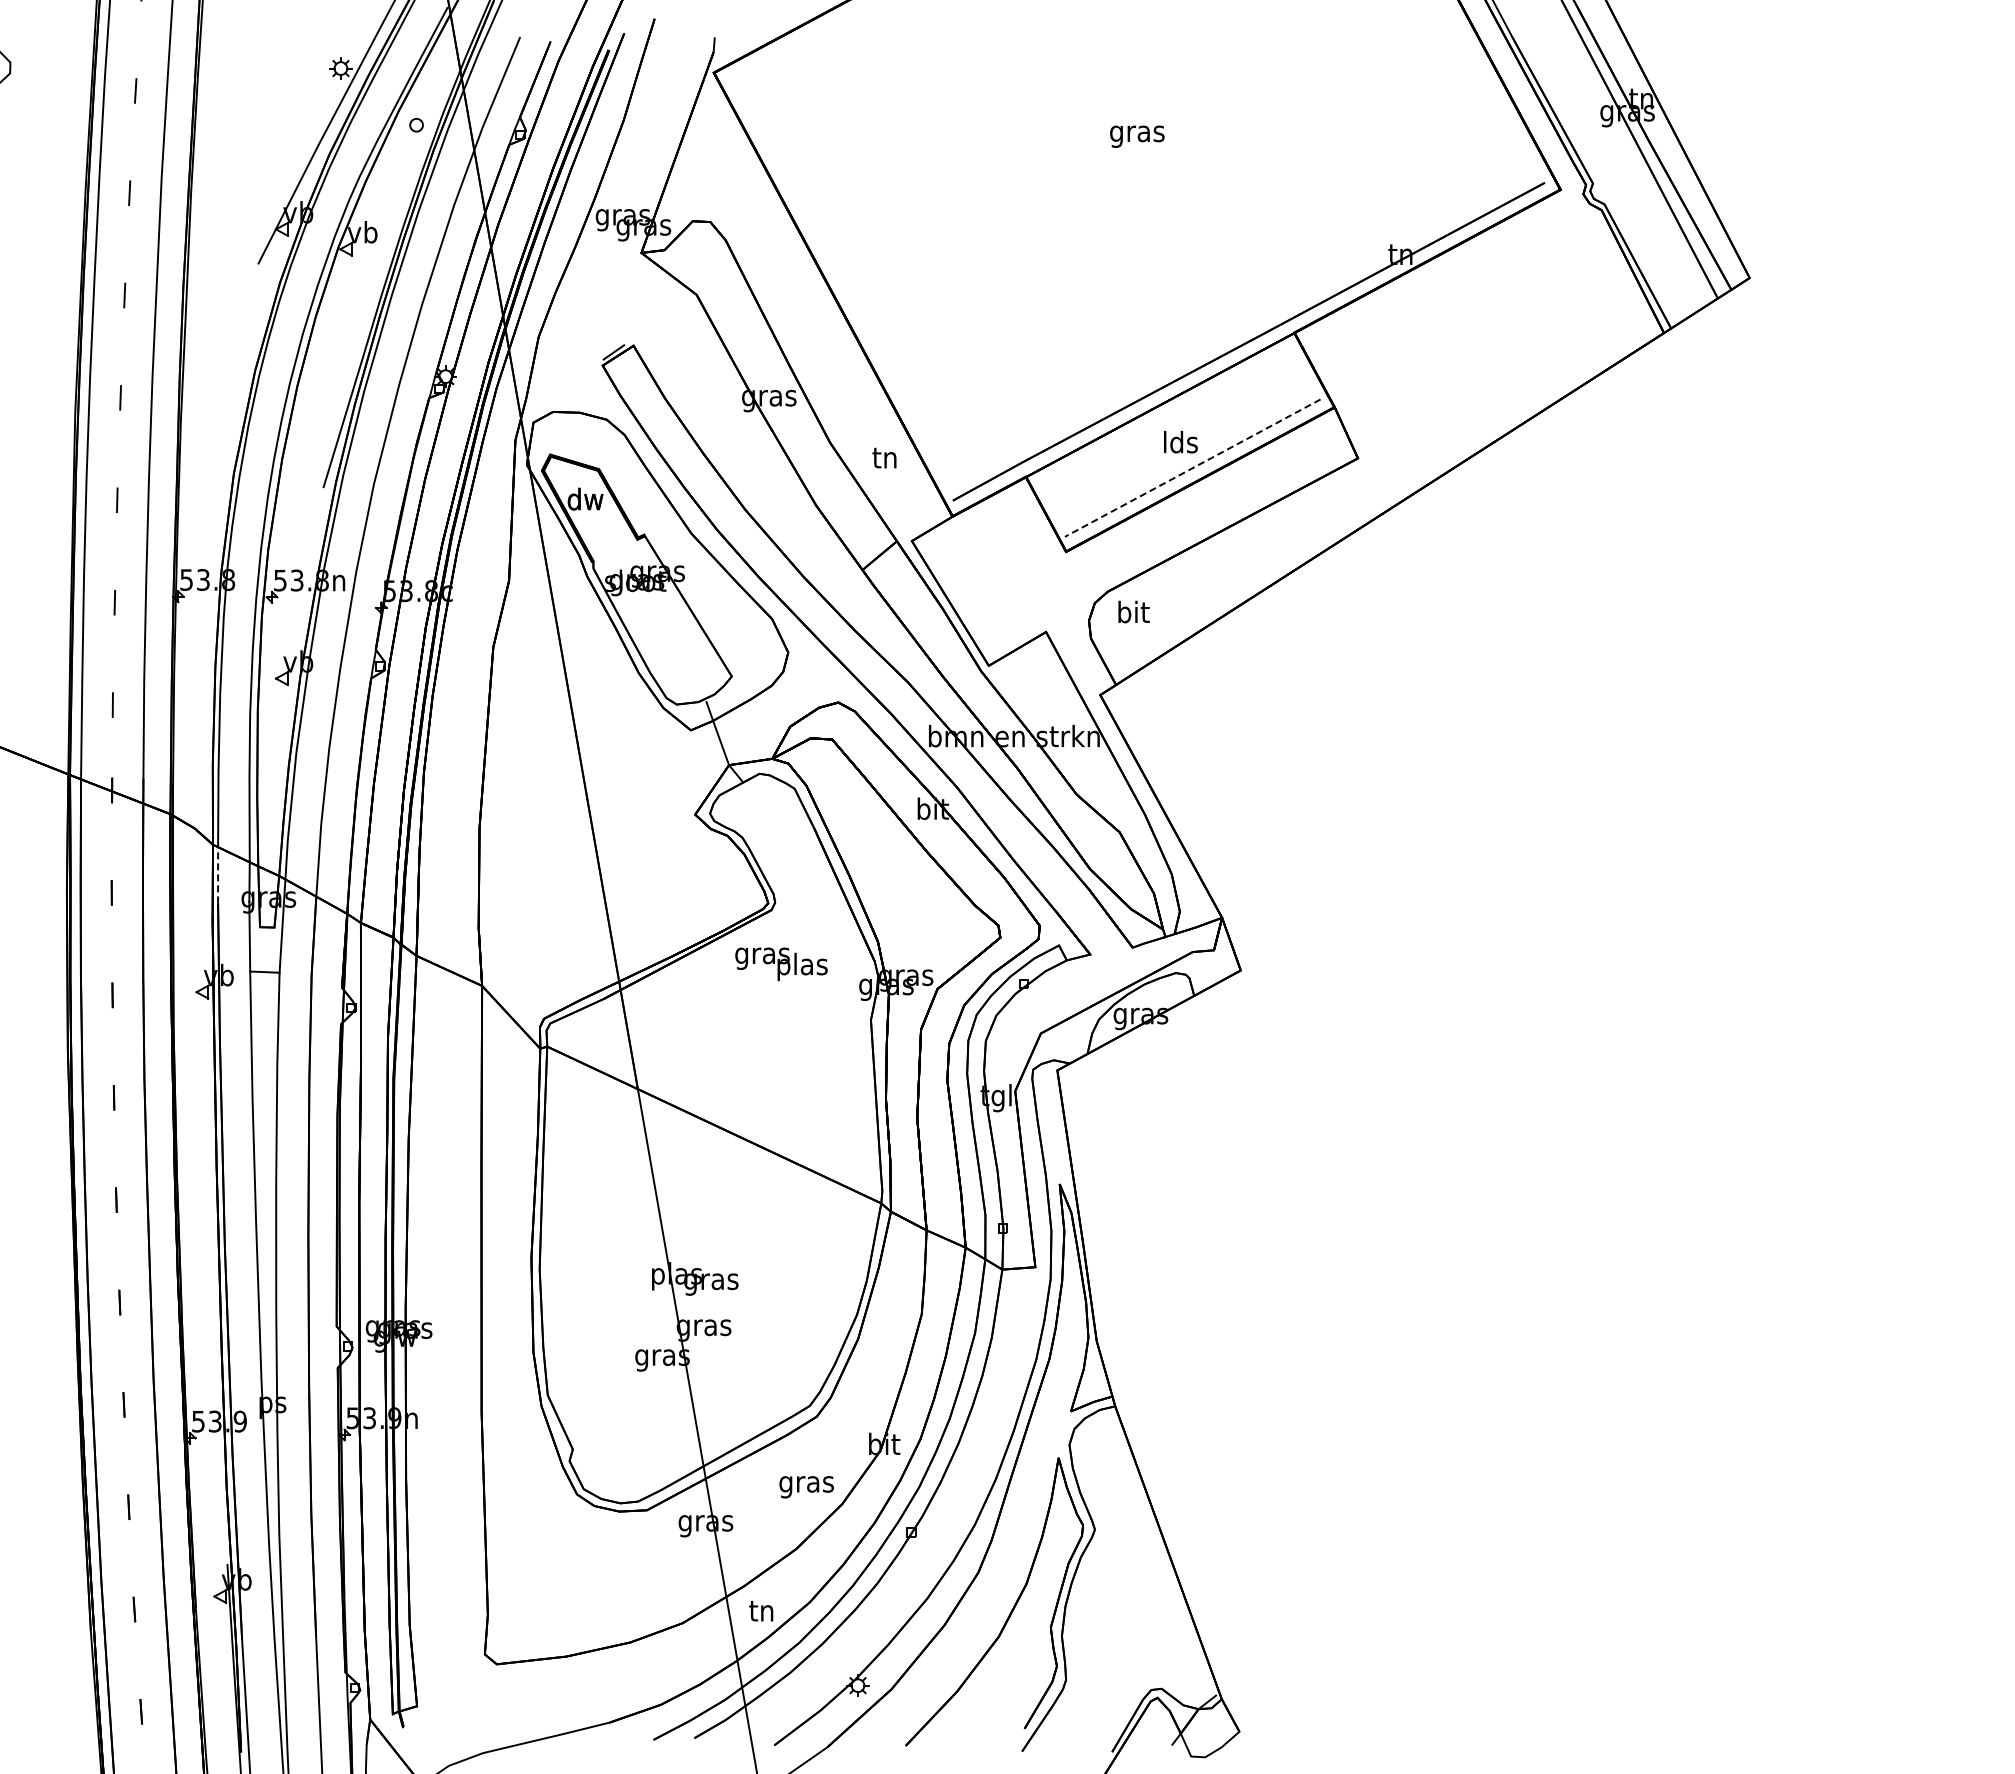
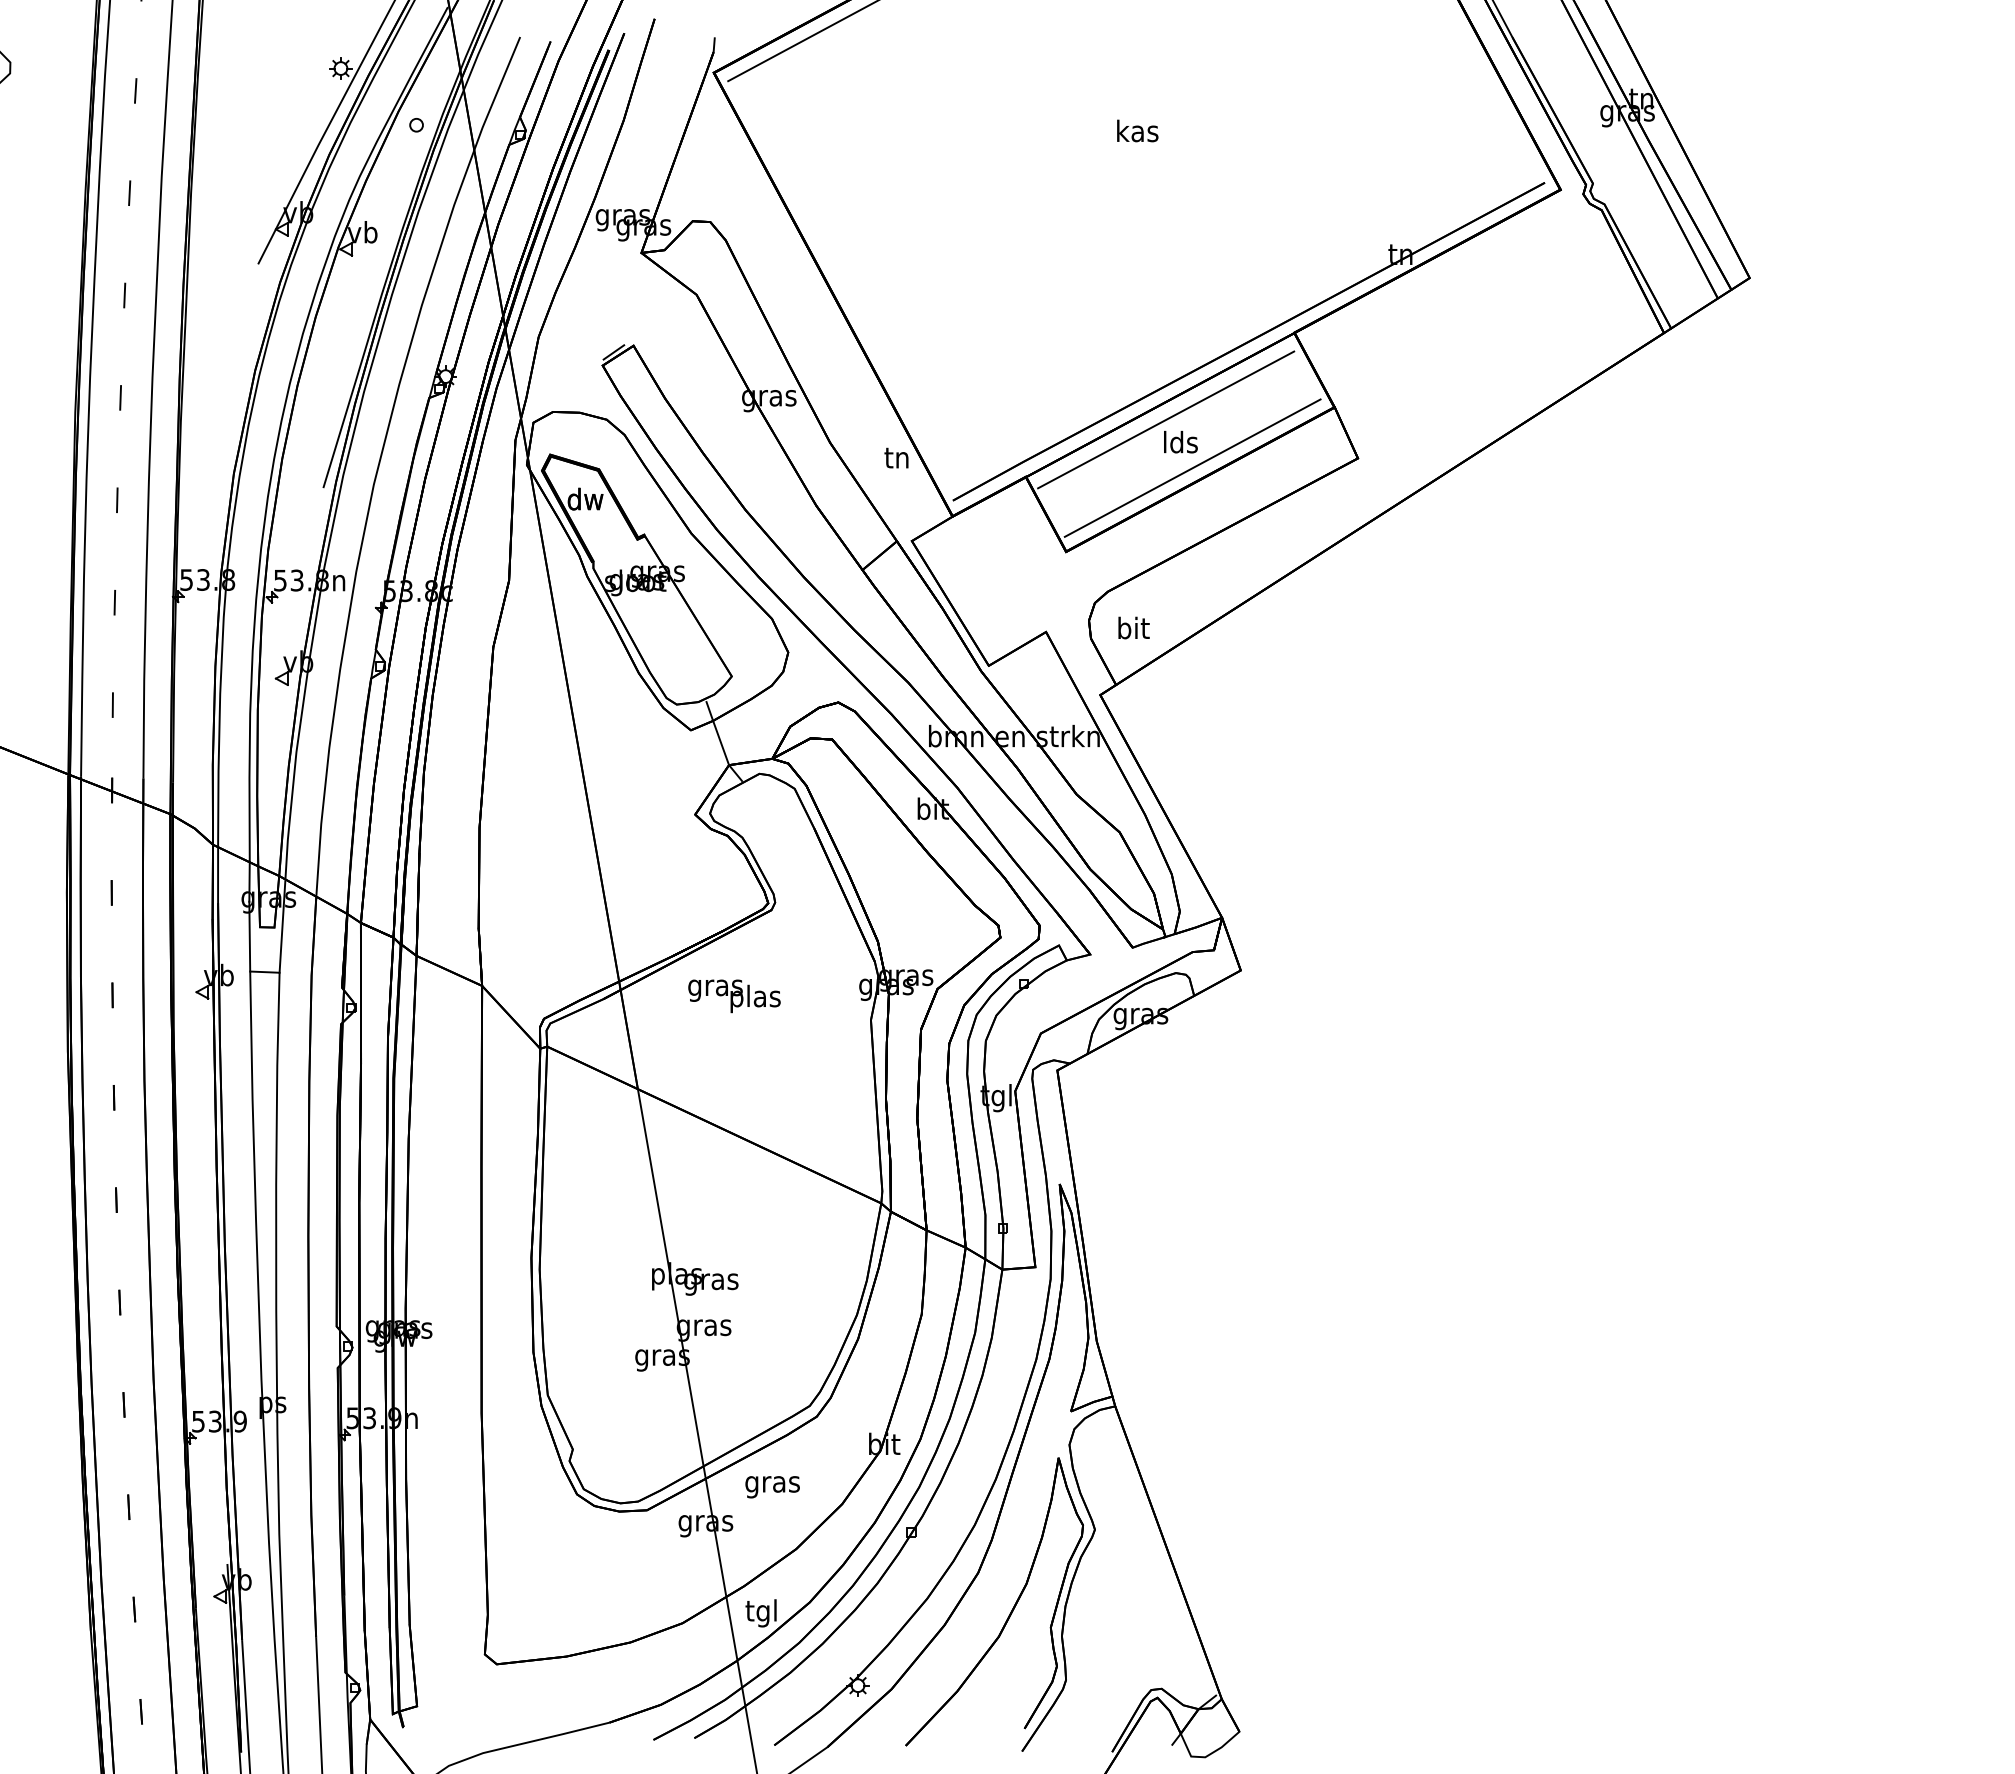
line at (801, 41): none -> present
text at (1137, 133): gras -> kas
line at (1166, 419): none -> present
text at (884, 457) position: (884, 457) -> (896, 457)
line at (1192, 468): dashed -> solid
text at (1133, 611) position: (1133, 611) -> (1133, 627)
line at (218, 874): dashed -> solid
text at (781, 964) position: (781, 964) -> (734, 996)
text at (806, 1487) position: (806, 1487) -> (772, 1487)
text at (760, 1613): tn -> tgl
